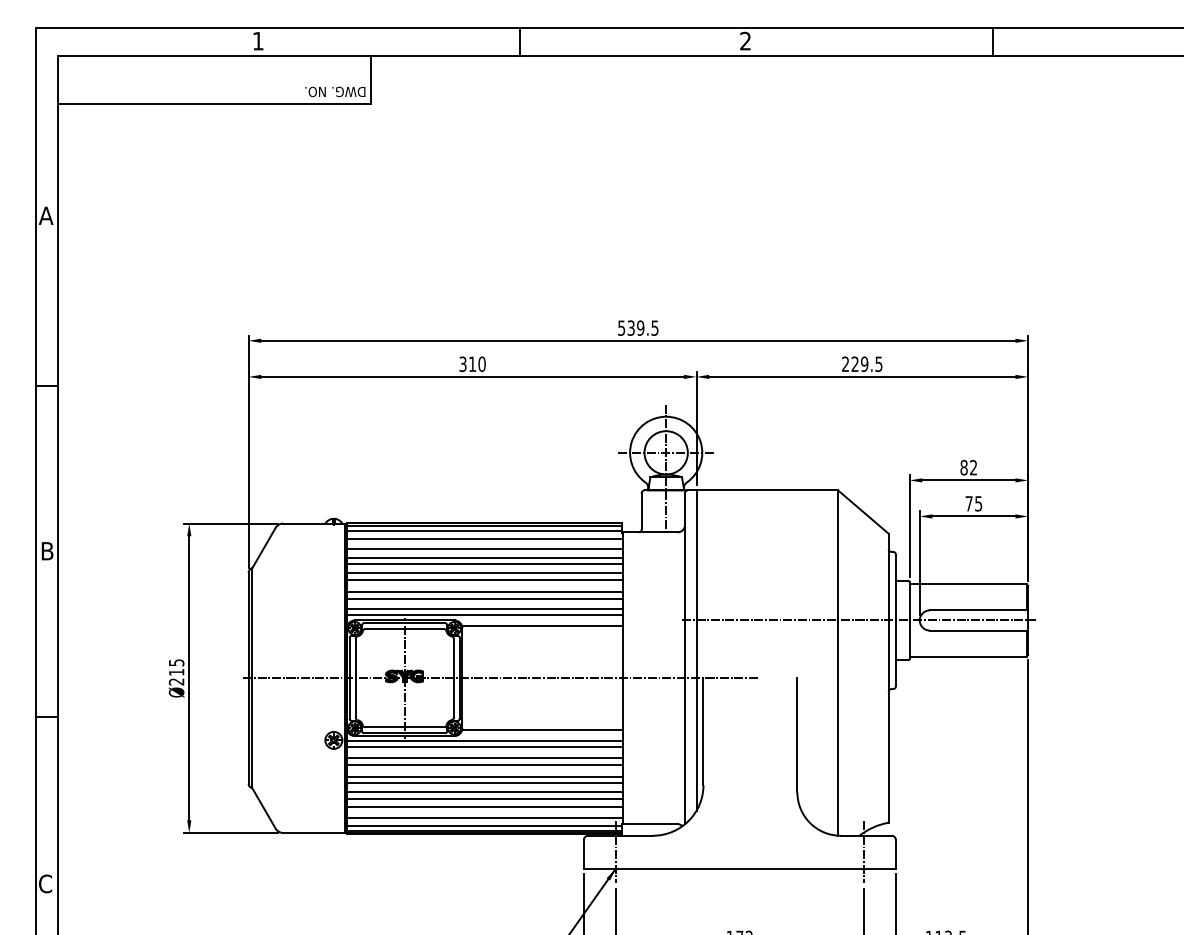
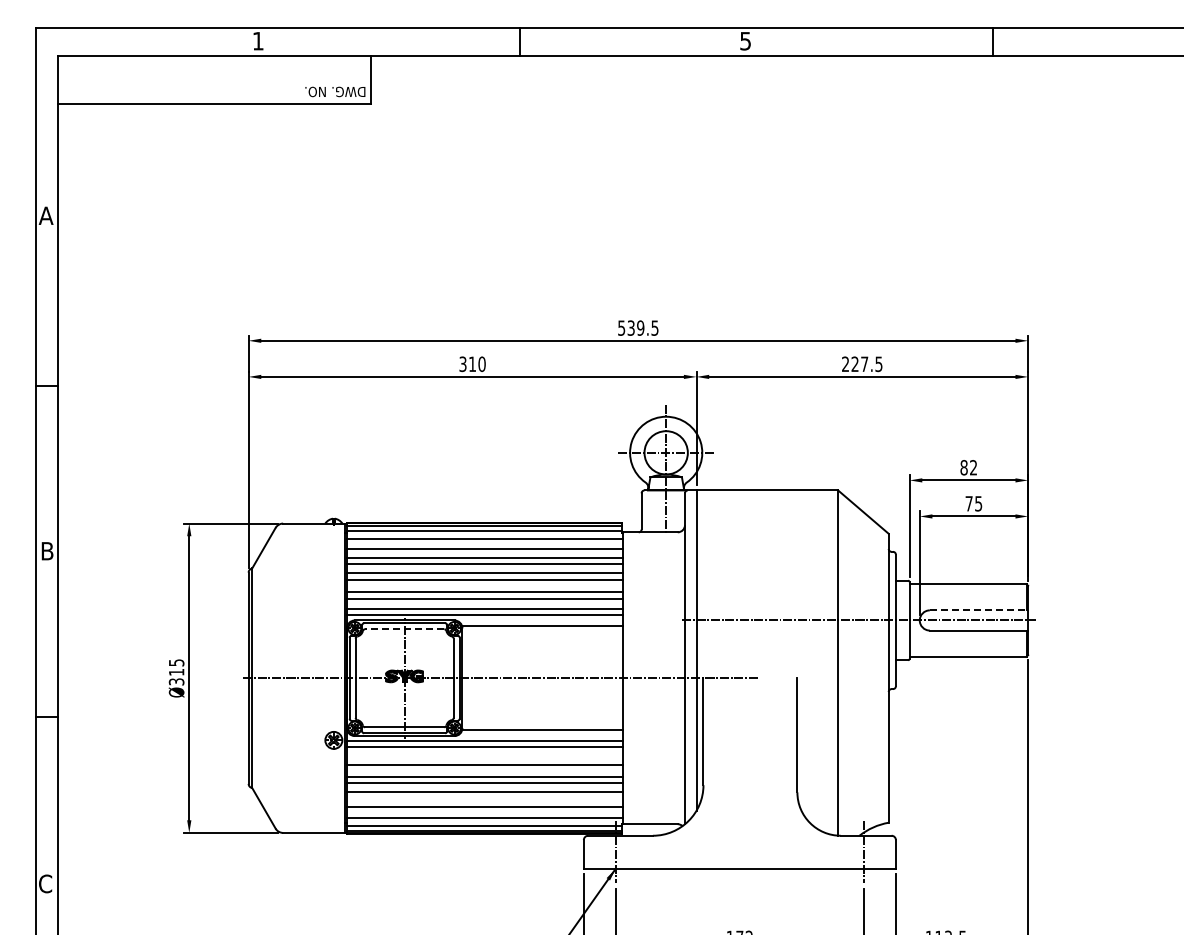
text at (745, 40): 2 -> 5
text at (864, 364): 229.5 -> 227.5
line at (979, 610): solid -> dashed
line at (404, 629): solid -> dashed
text at (176, 681): Ø215 -> Ø315
line at (484, 757): present -> none
line at (484, 798): present -> none
